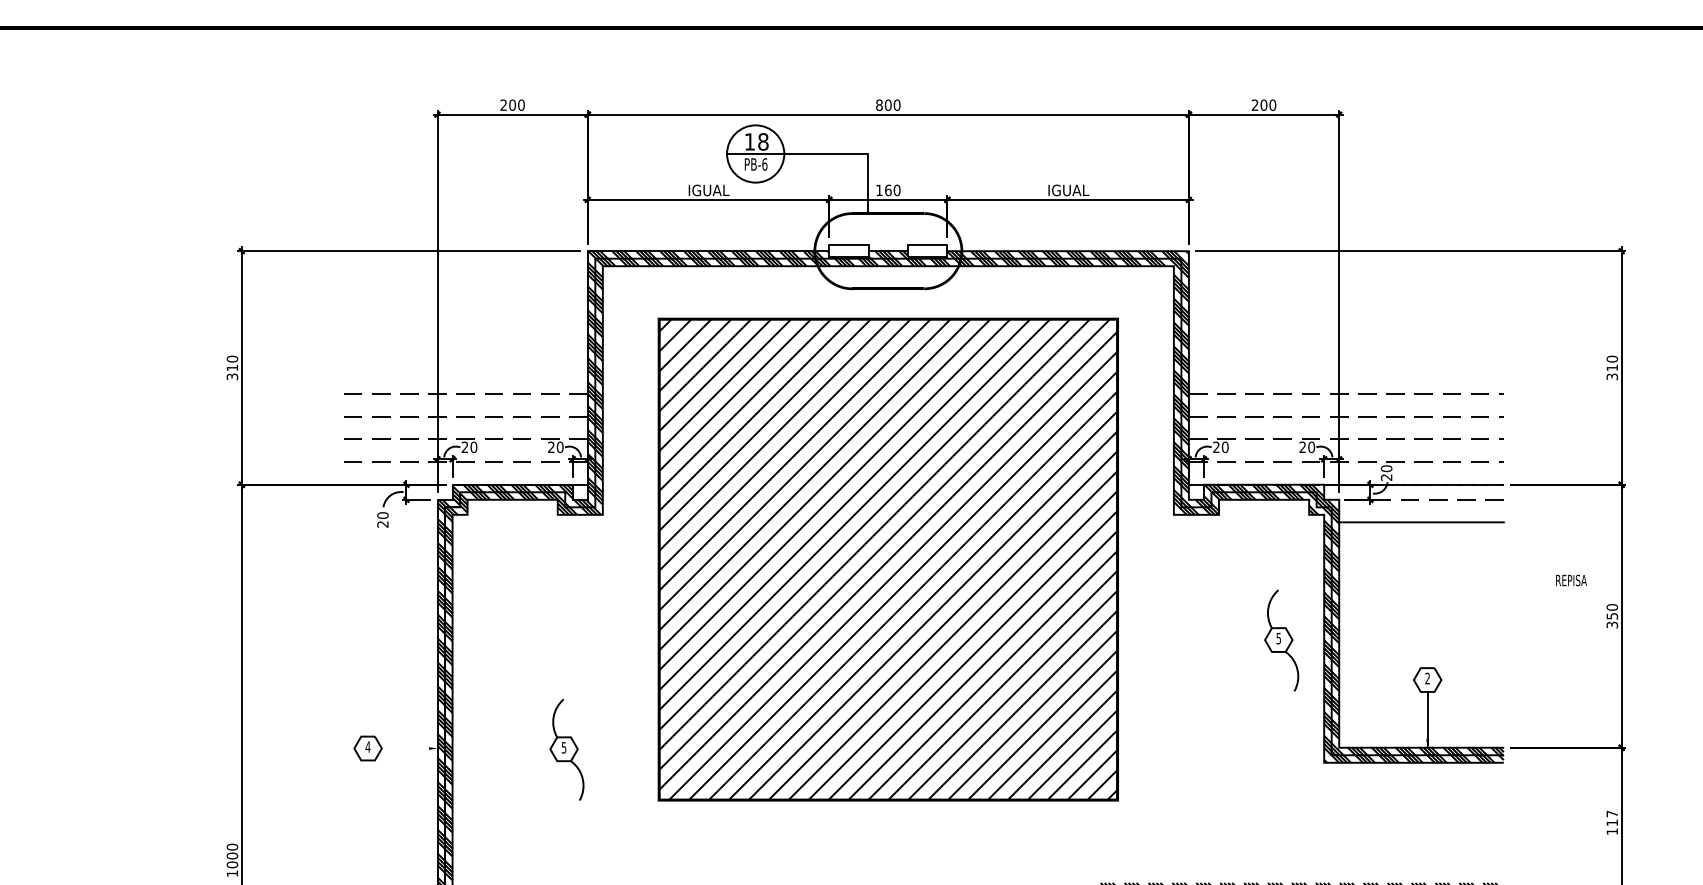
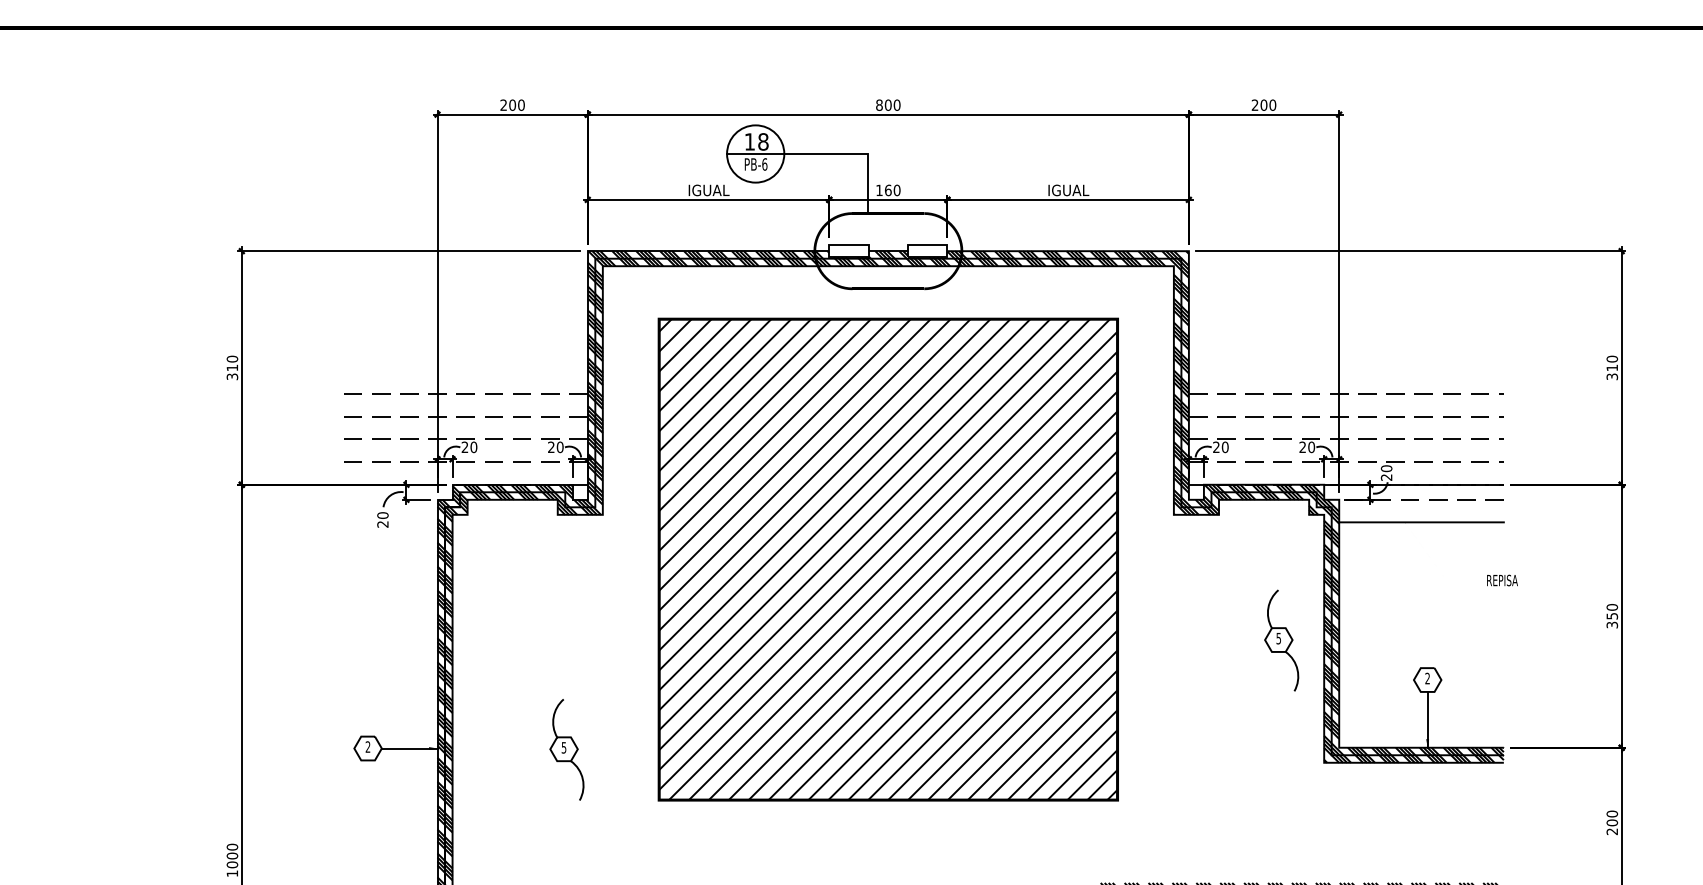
text at (1571, 580) position: (1571, 580) -> (1502, 580)
text at (367, 746): 4 -> 2
line at (409, 748): none -> present
text at (1612, 822): 117 -> 200
